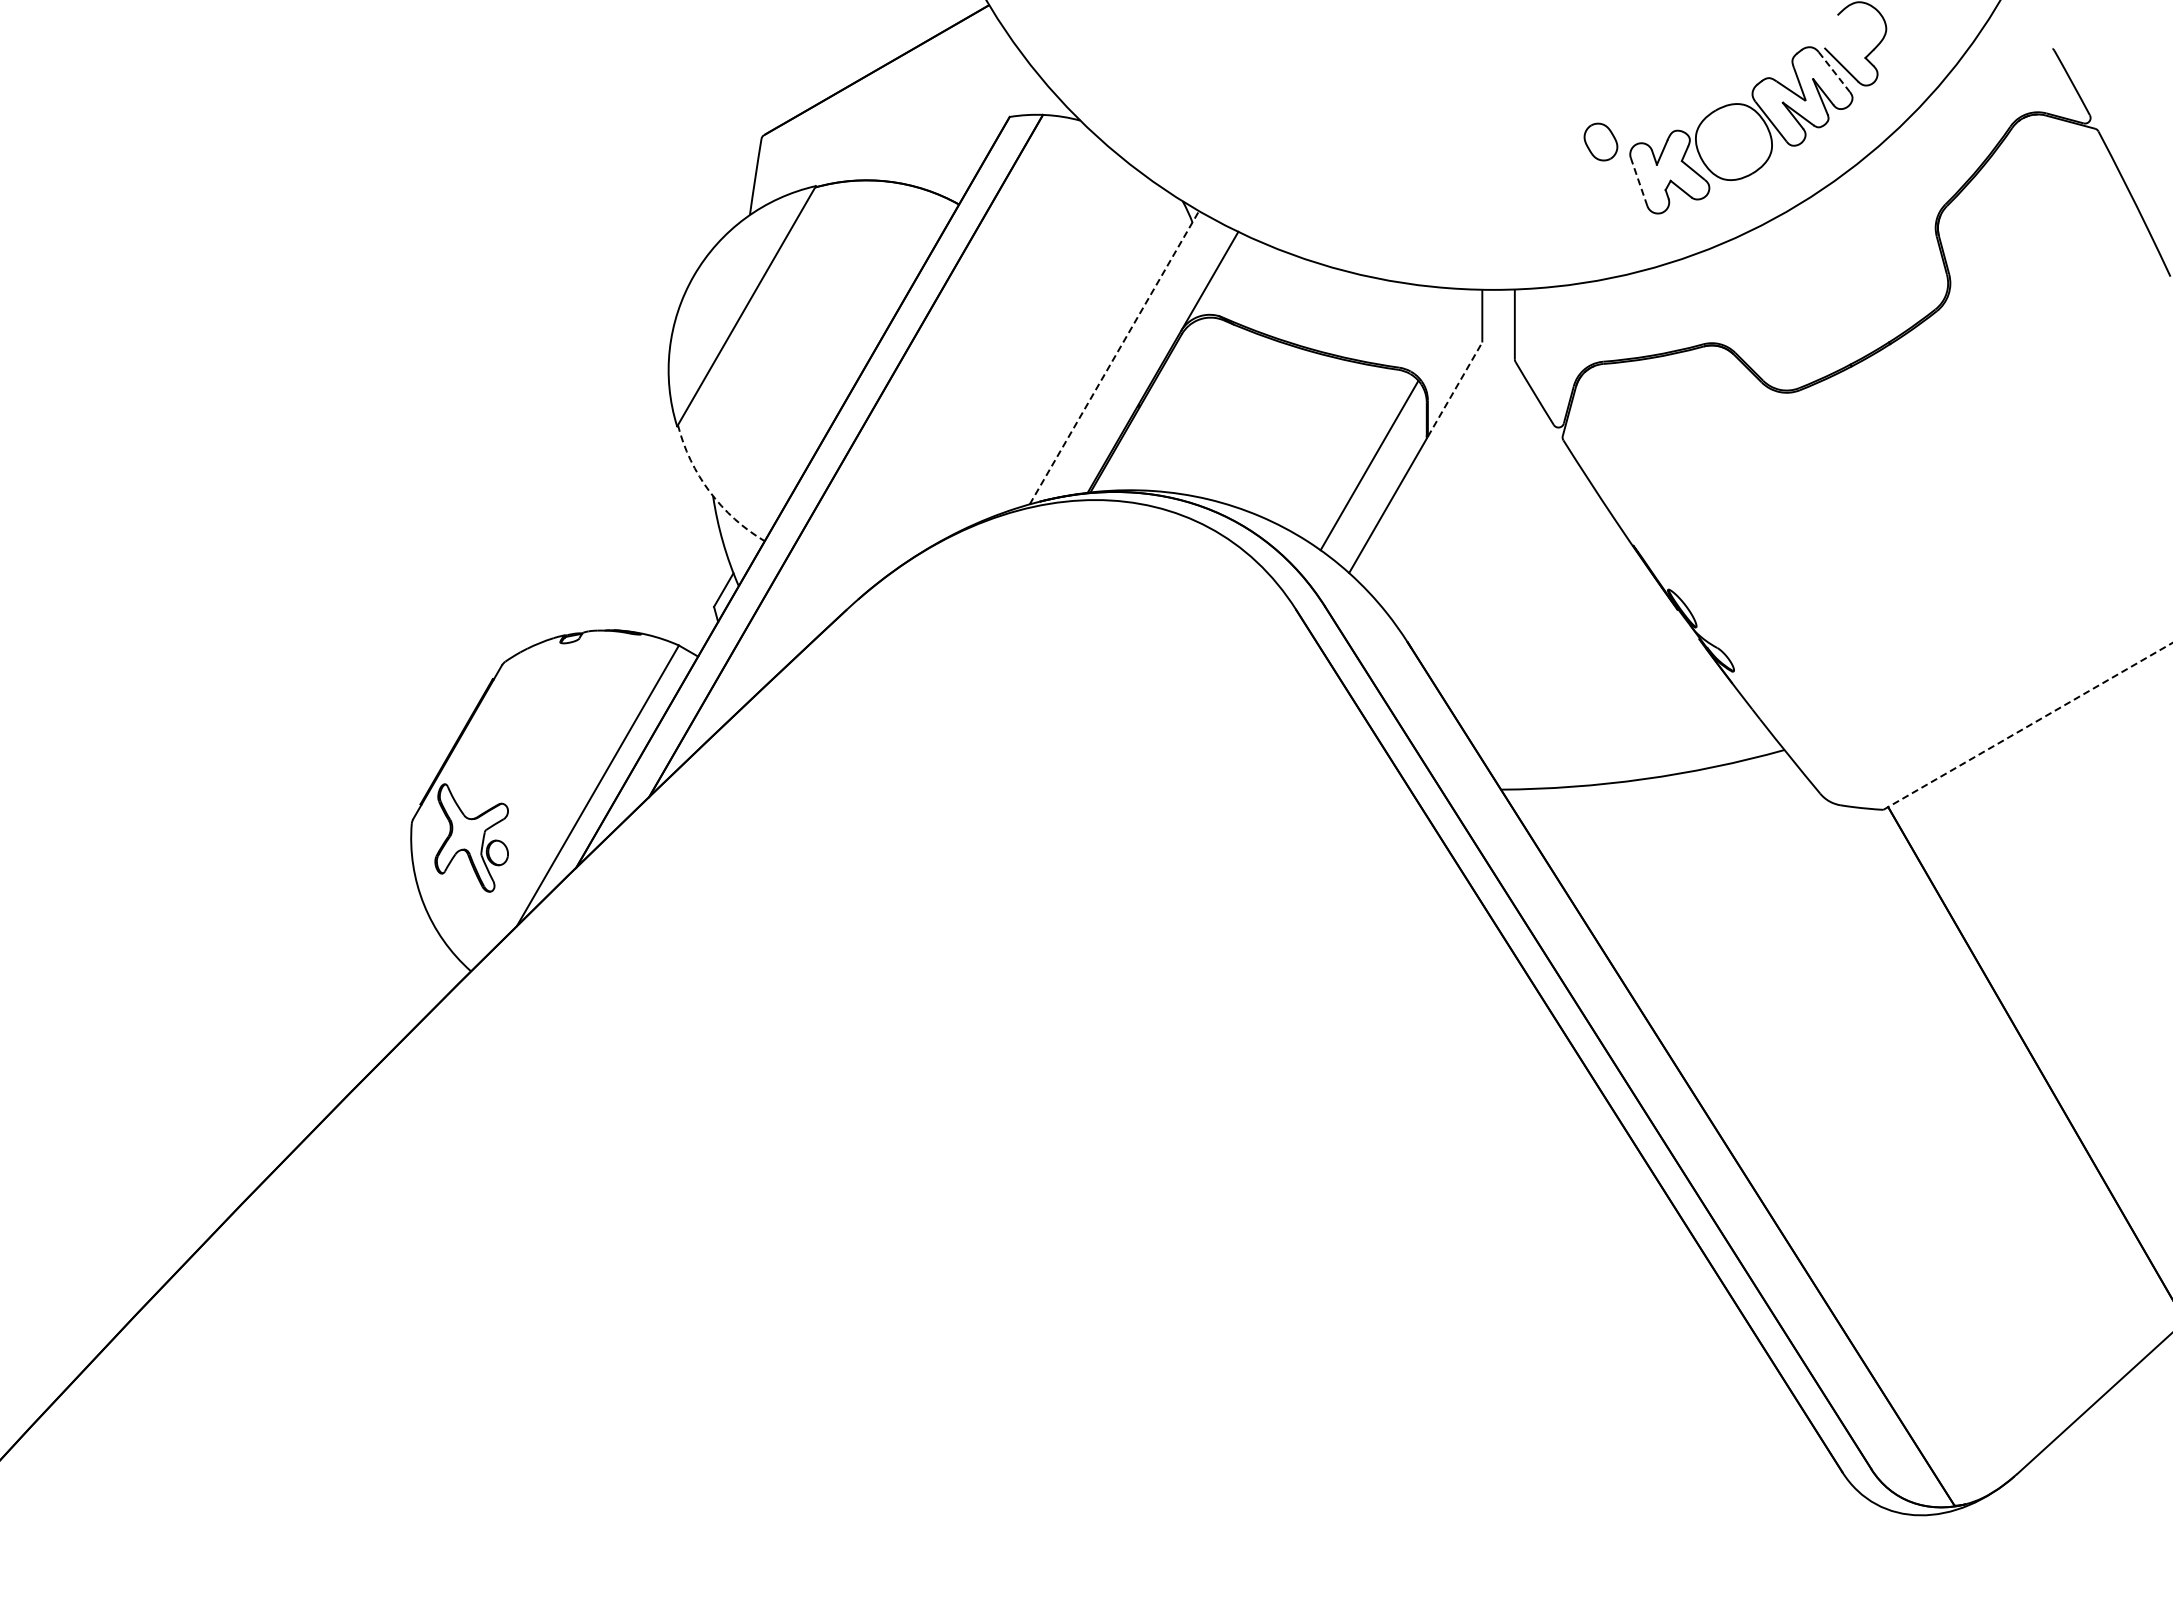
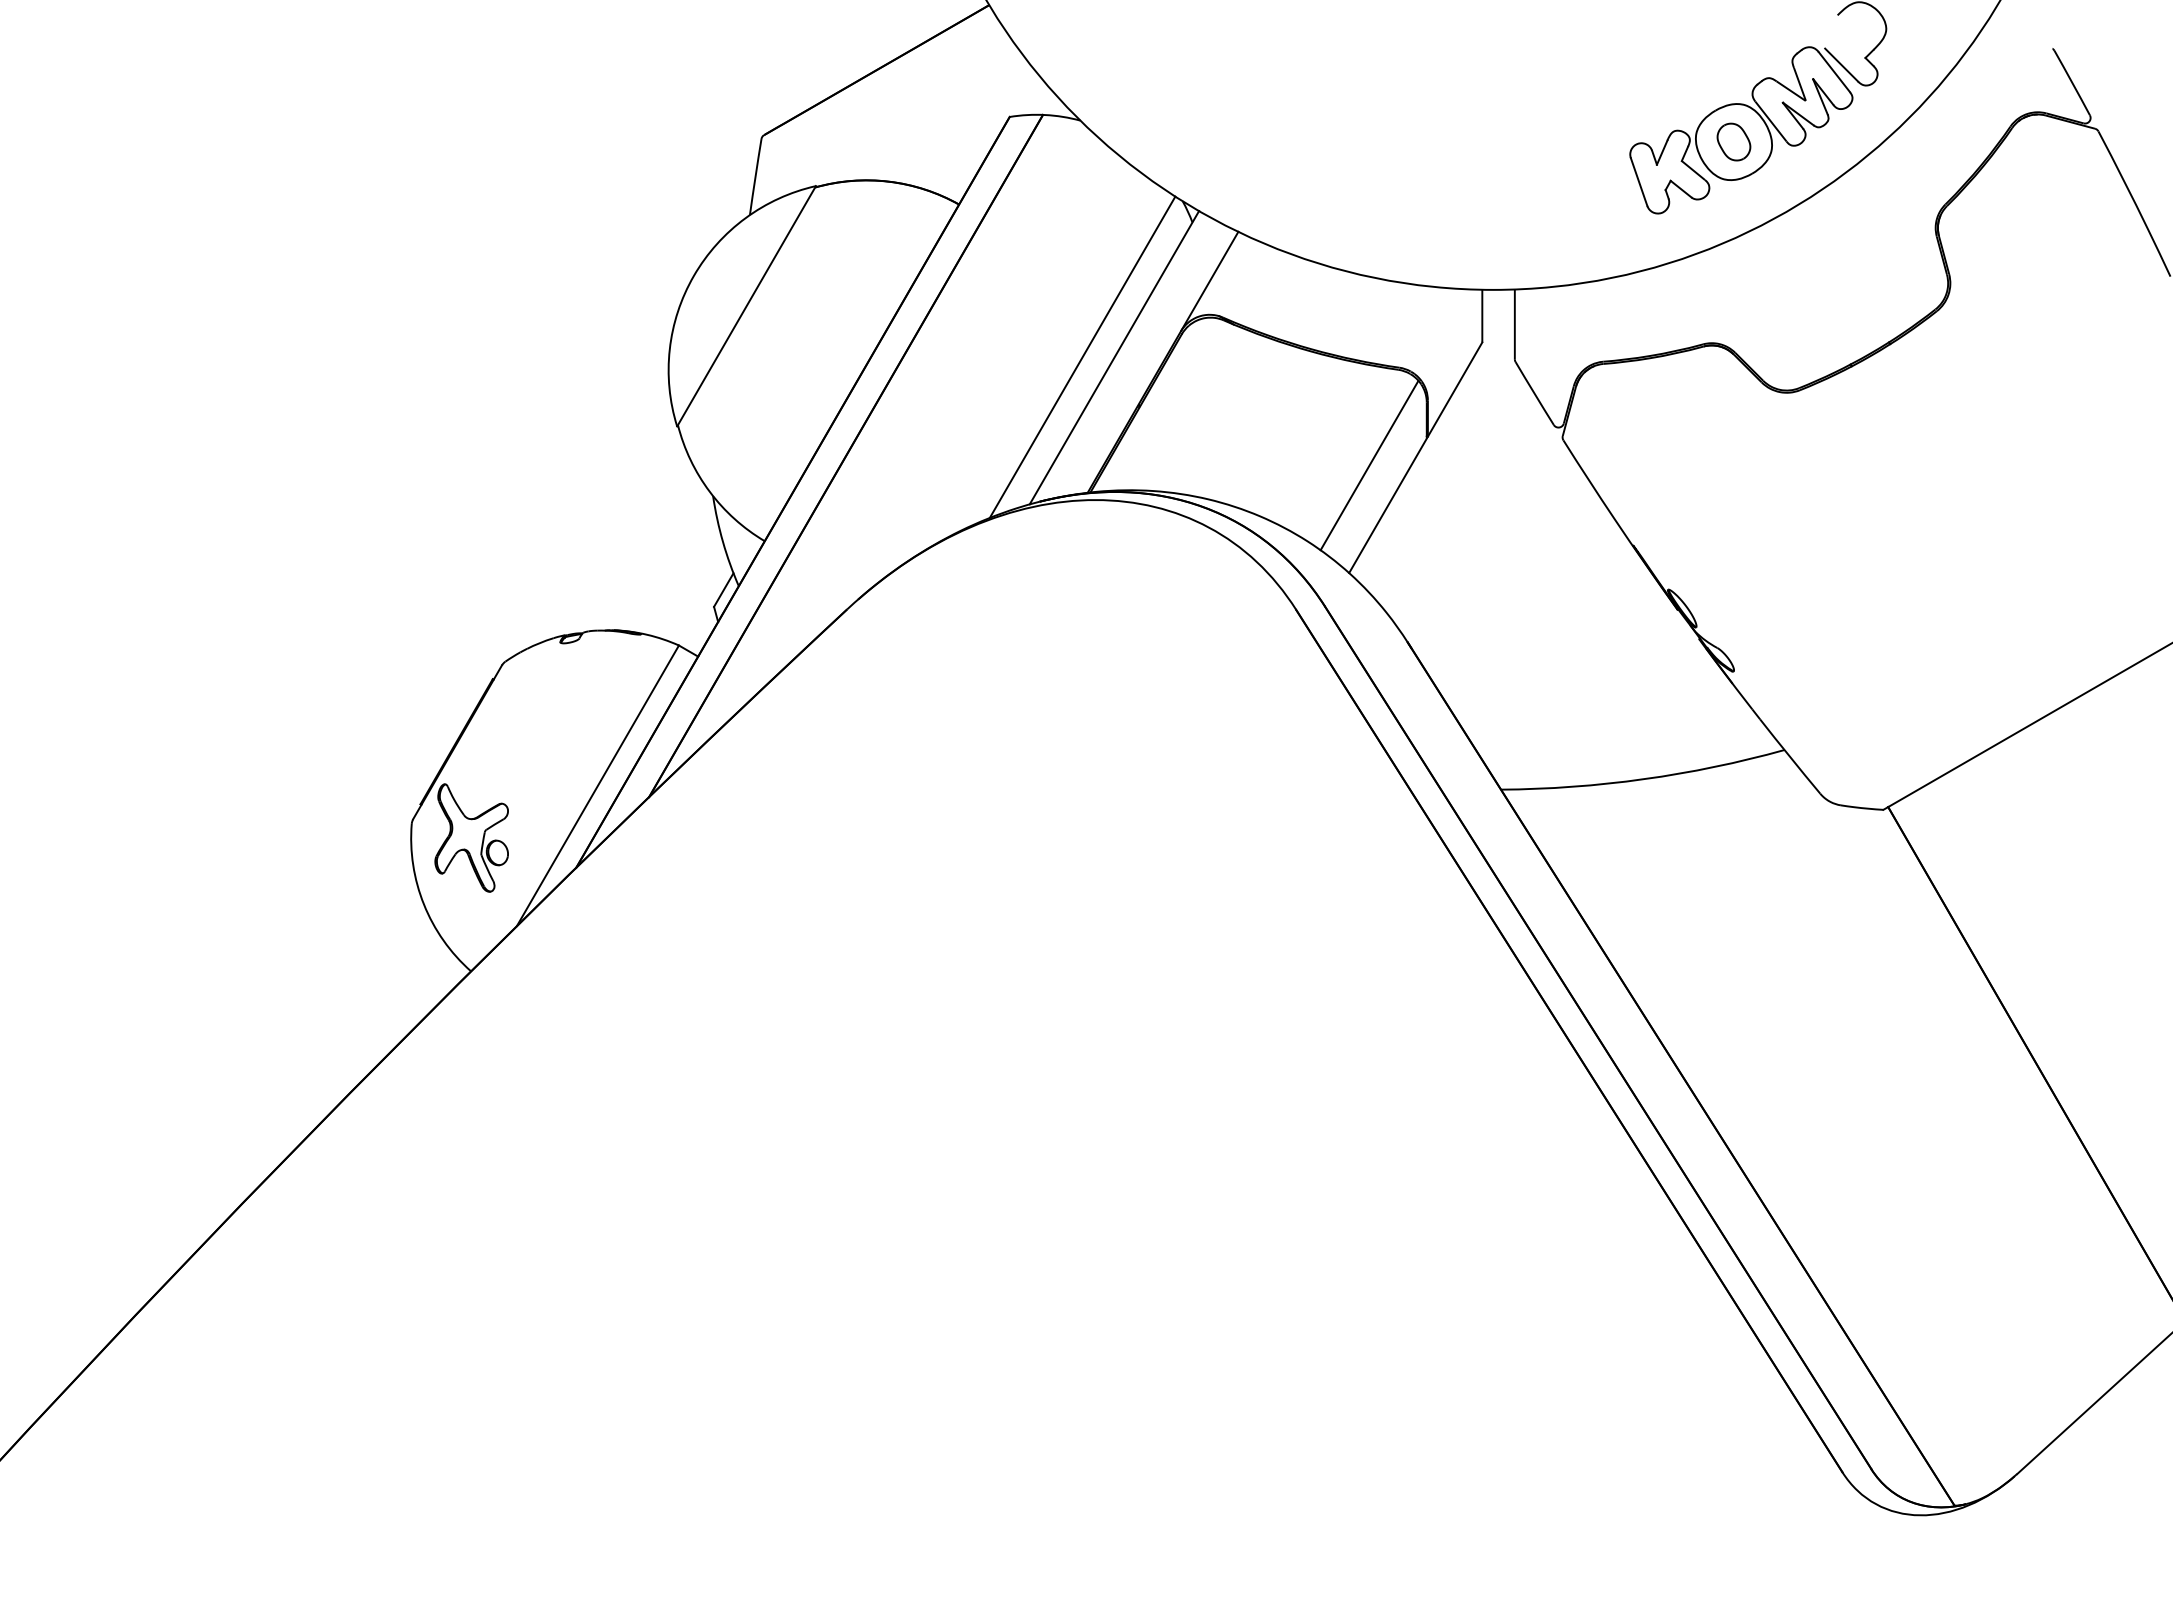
line at (1834, 72): dashed -> solid
part at (1600, 141) position: (1600, 141) -> (1733, 141)
line at (1638, 181): dashed -> solid
line at (1082, 356): none -> present
line at (1114, 357): dashed -> solid
line at (1455, 389): dashed -> solid
arc at (709, 491): dashed -> solid
line at (2028, 726): dashed -> solid
